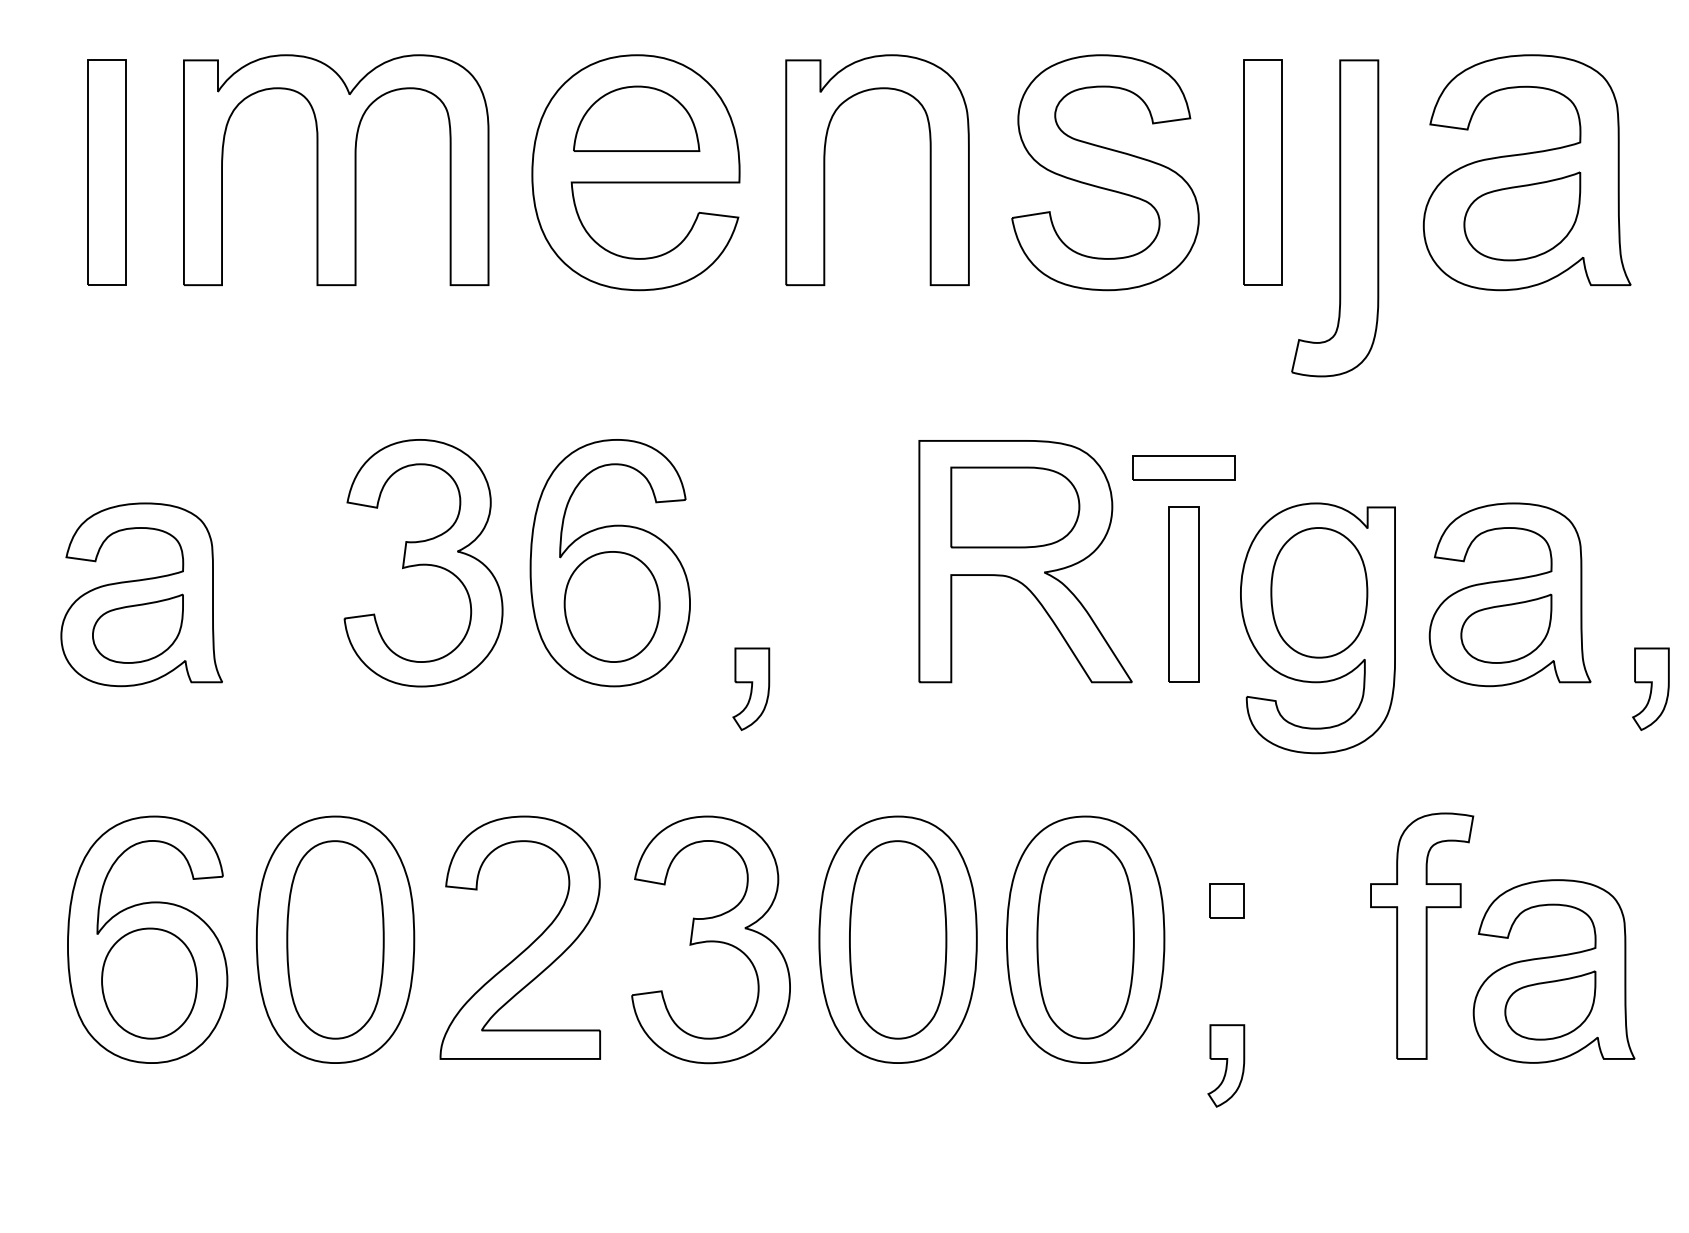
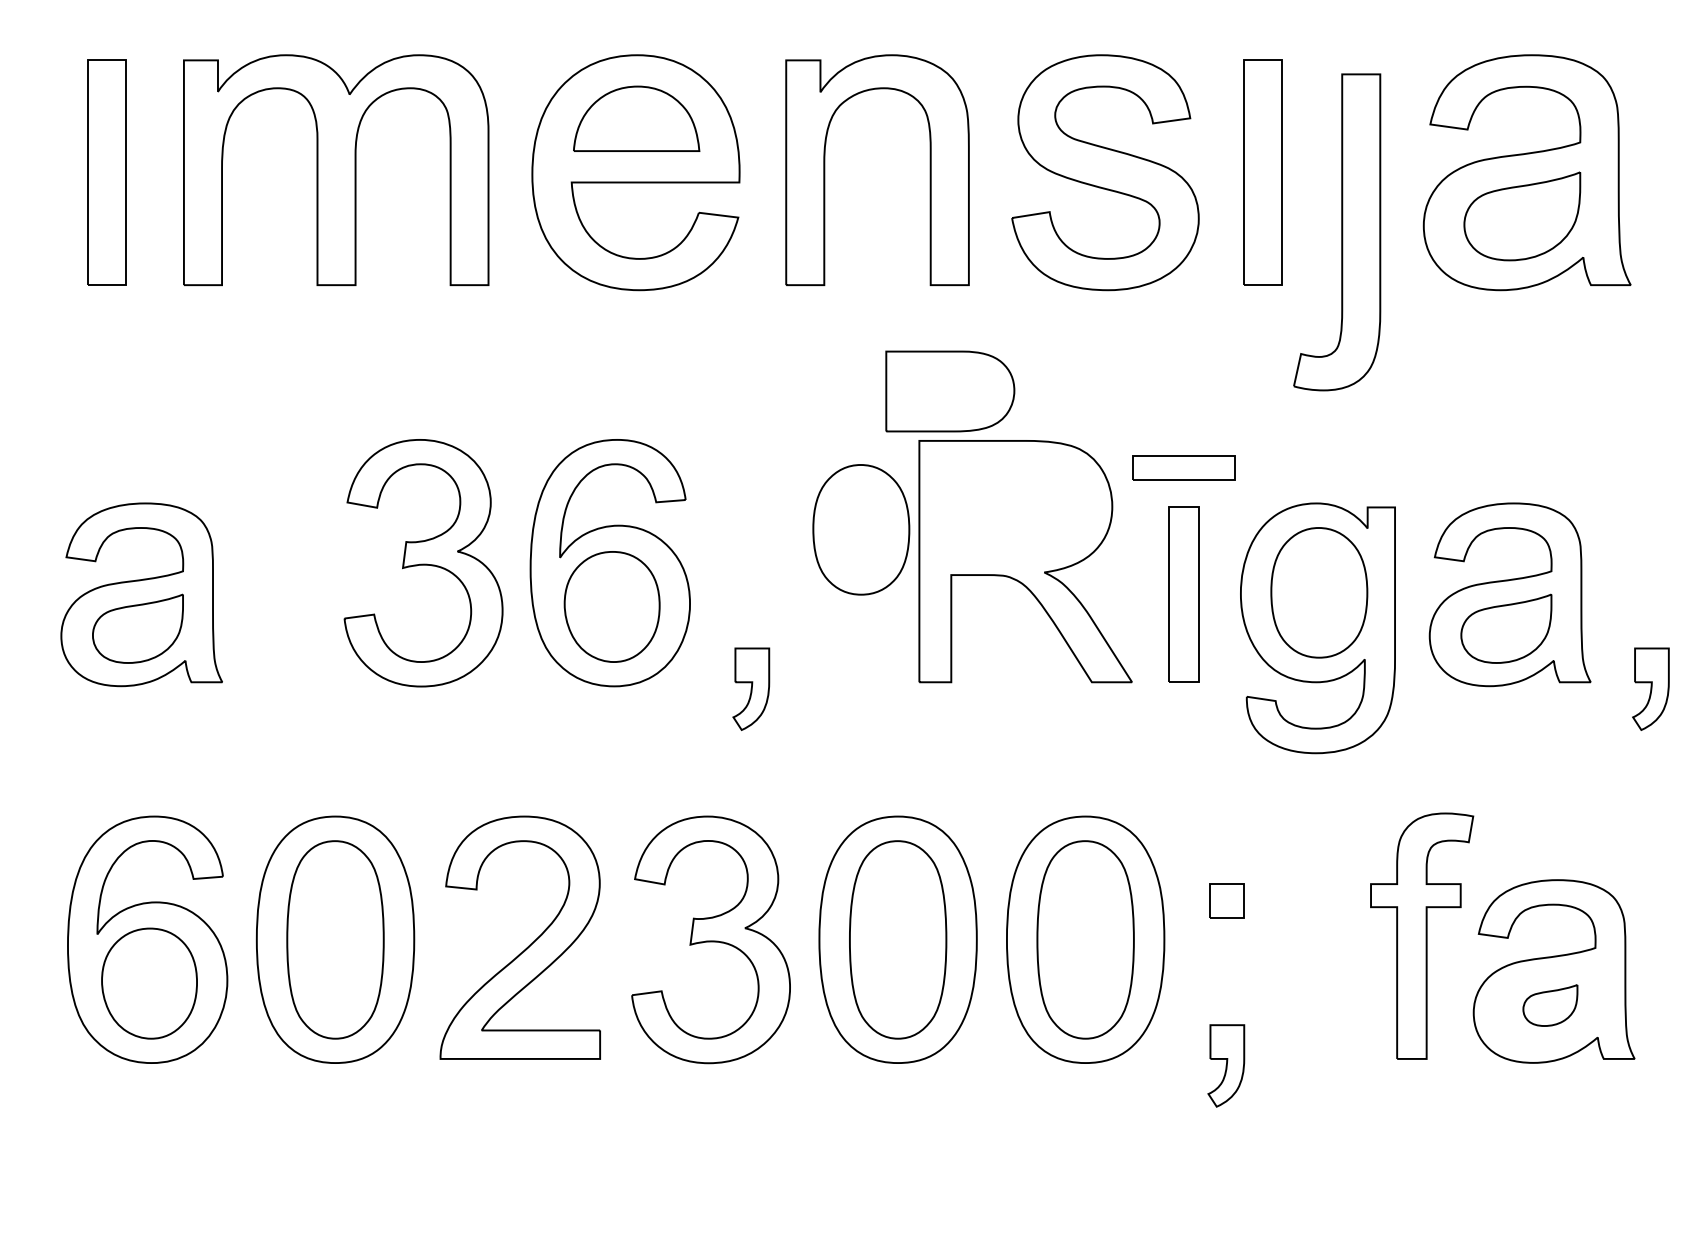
part at (1335, 218) position: (1335, 218) -> (1337, 232)
part at (1015, 507) position: (1015, 507) -> (950, 391)
part at (861, 529): none -> present
part at (1550, 1005) size: 93x71 px -> 57x43 px
